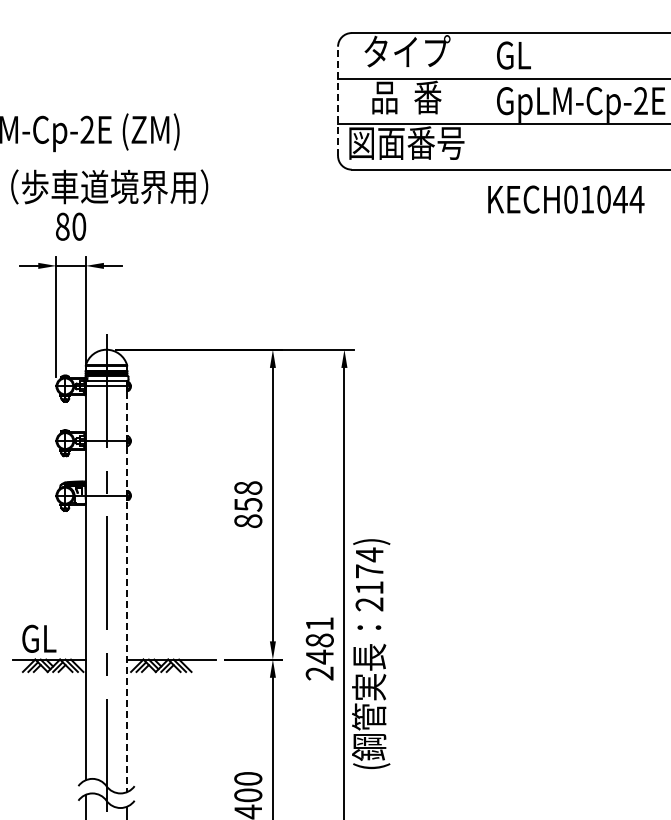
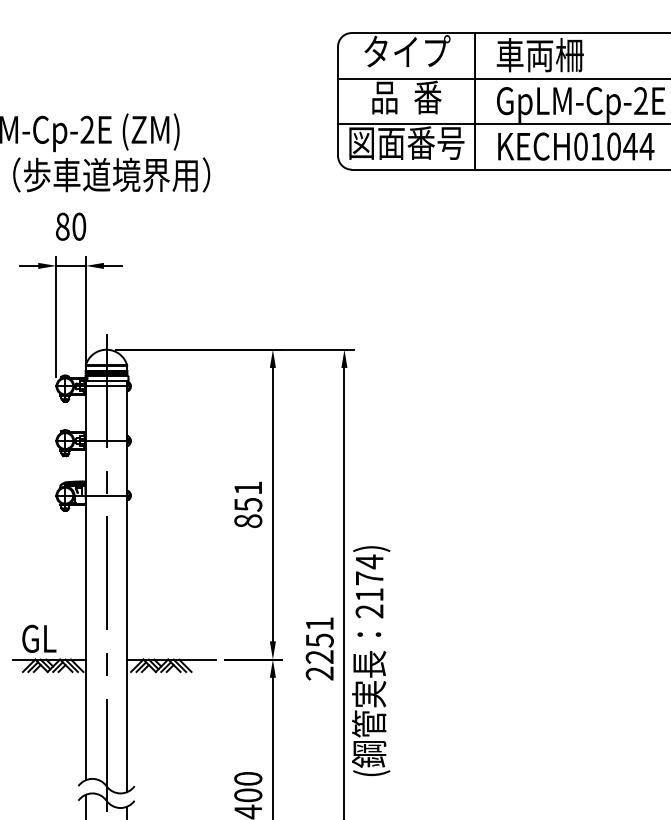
text at (539, 55): GL -> 車両柵
line at (338, 101): dashed -> solid
line at (474, 101): none -> present
text at (109, 186) position: (109, 186) -> (111, 174)
text at (566, 199) position: (566, 199) -> (576, 146)
text at (248, 487): 858 -> 851
line at (127, 586): dashed -> solid
text at (319, 648): 2481 -> 2251
text at (371, 653) position: (371, 653) -> (371, 660)
